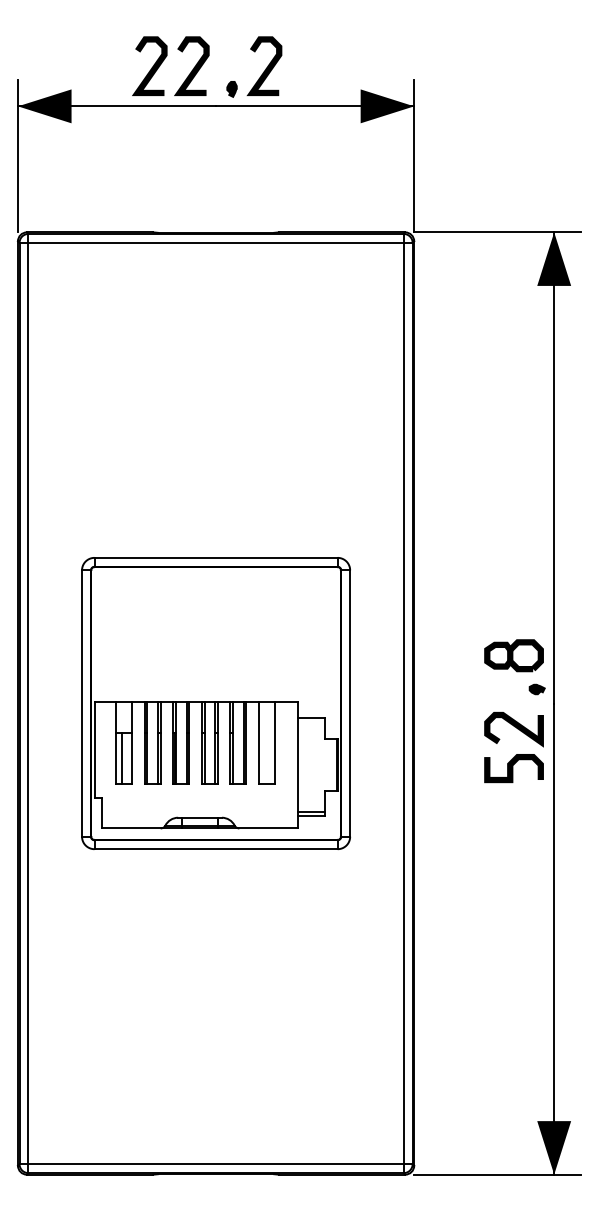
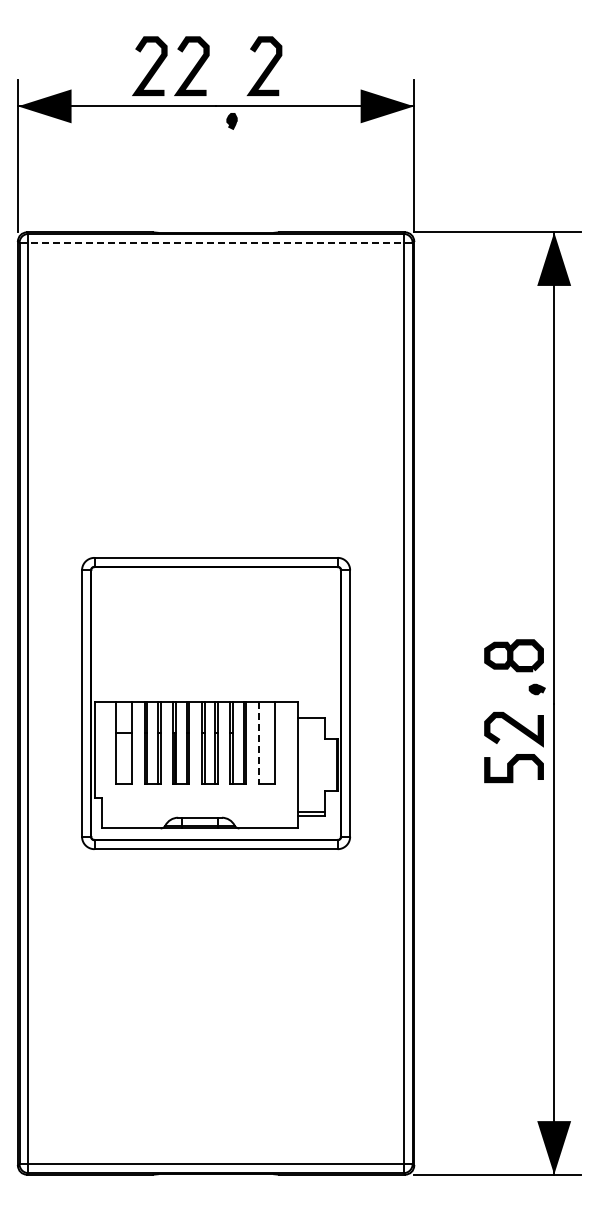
part at (231, 89) position: (231, 89) -> (231, 121)
line at (216, 242): solid -> dashed
line at (258, 743): solid -> dashed
line at (121, 757): present -> none
